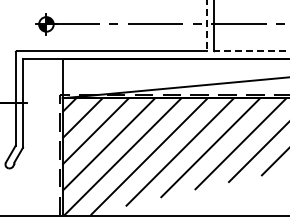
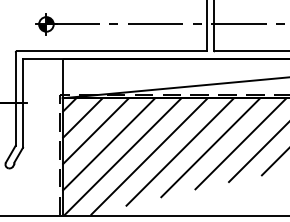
line at (206, 26): dashed -> solid
line at (251, 51): dashed -> solid
